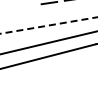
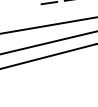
line at (49, 25): dashed -> solid
